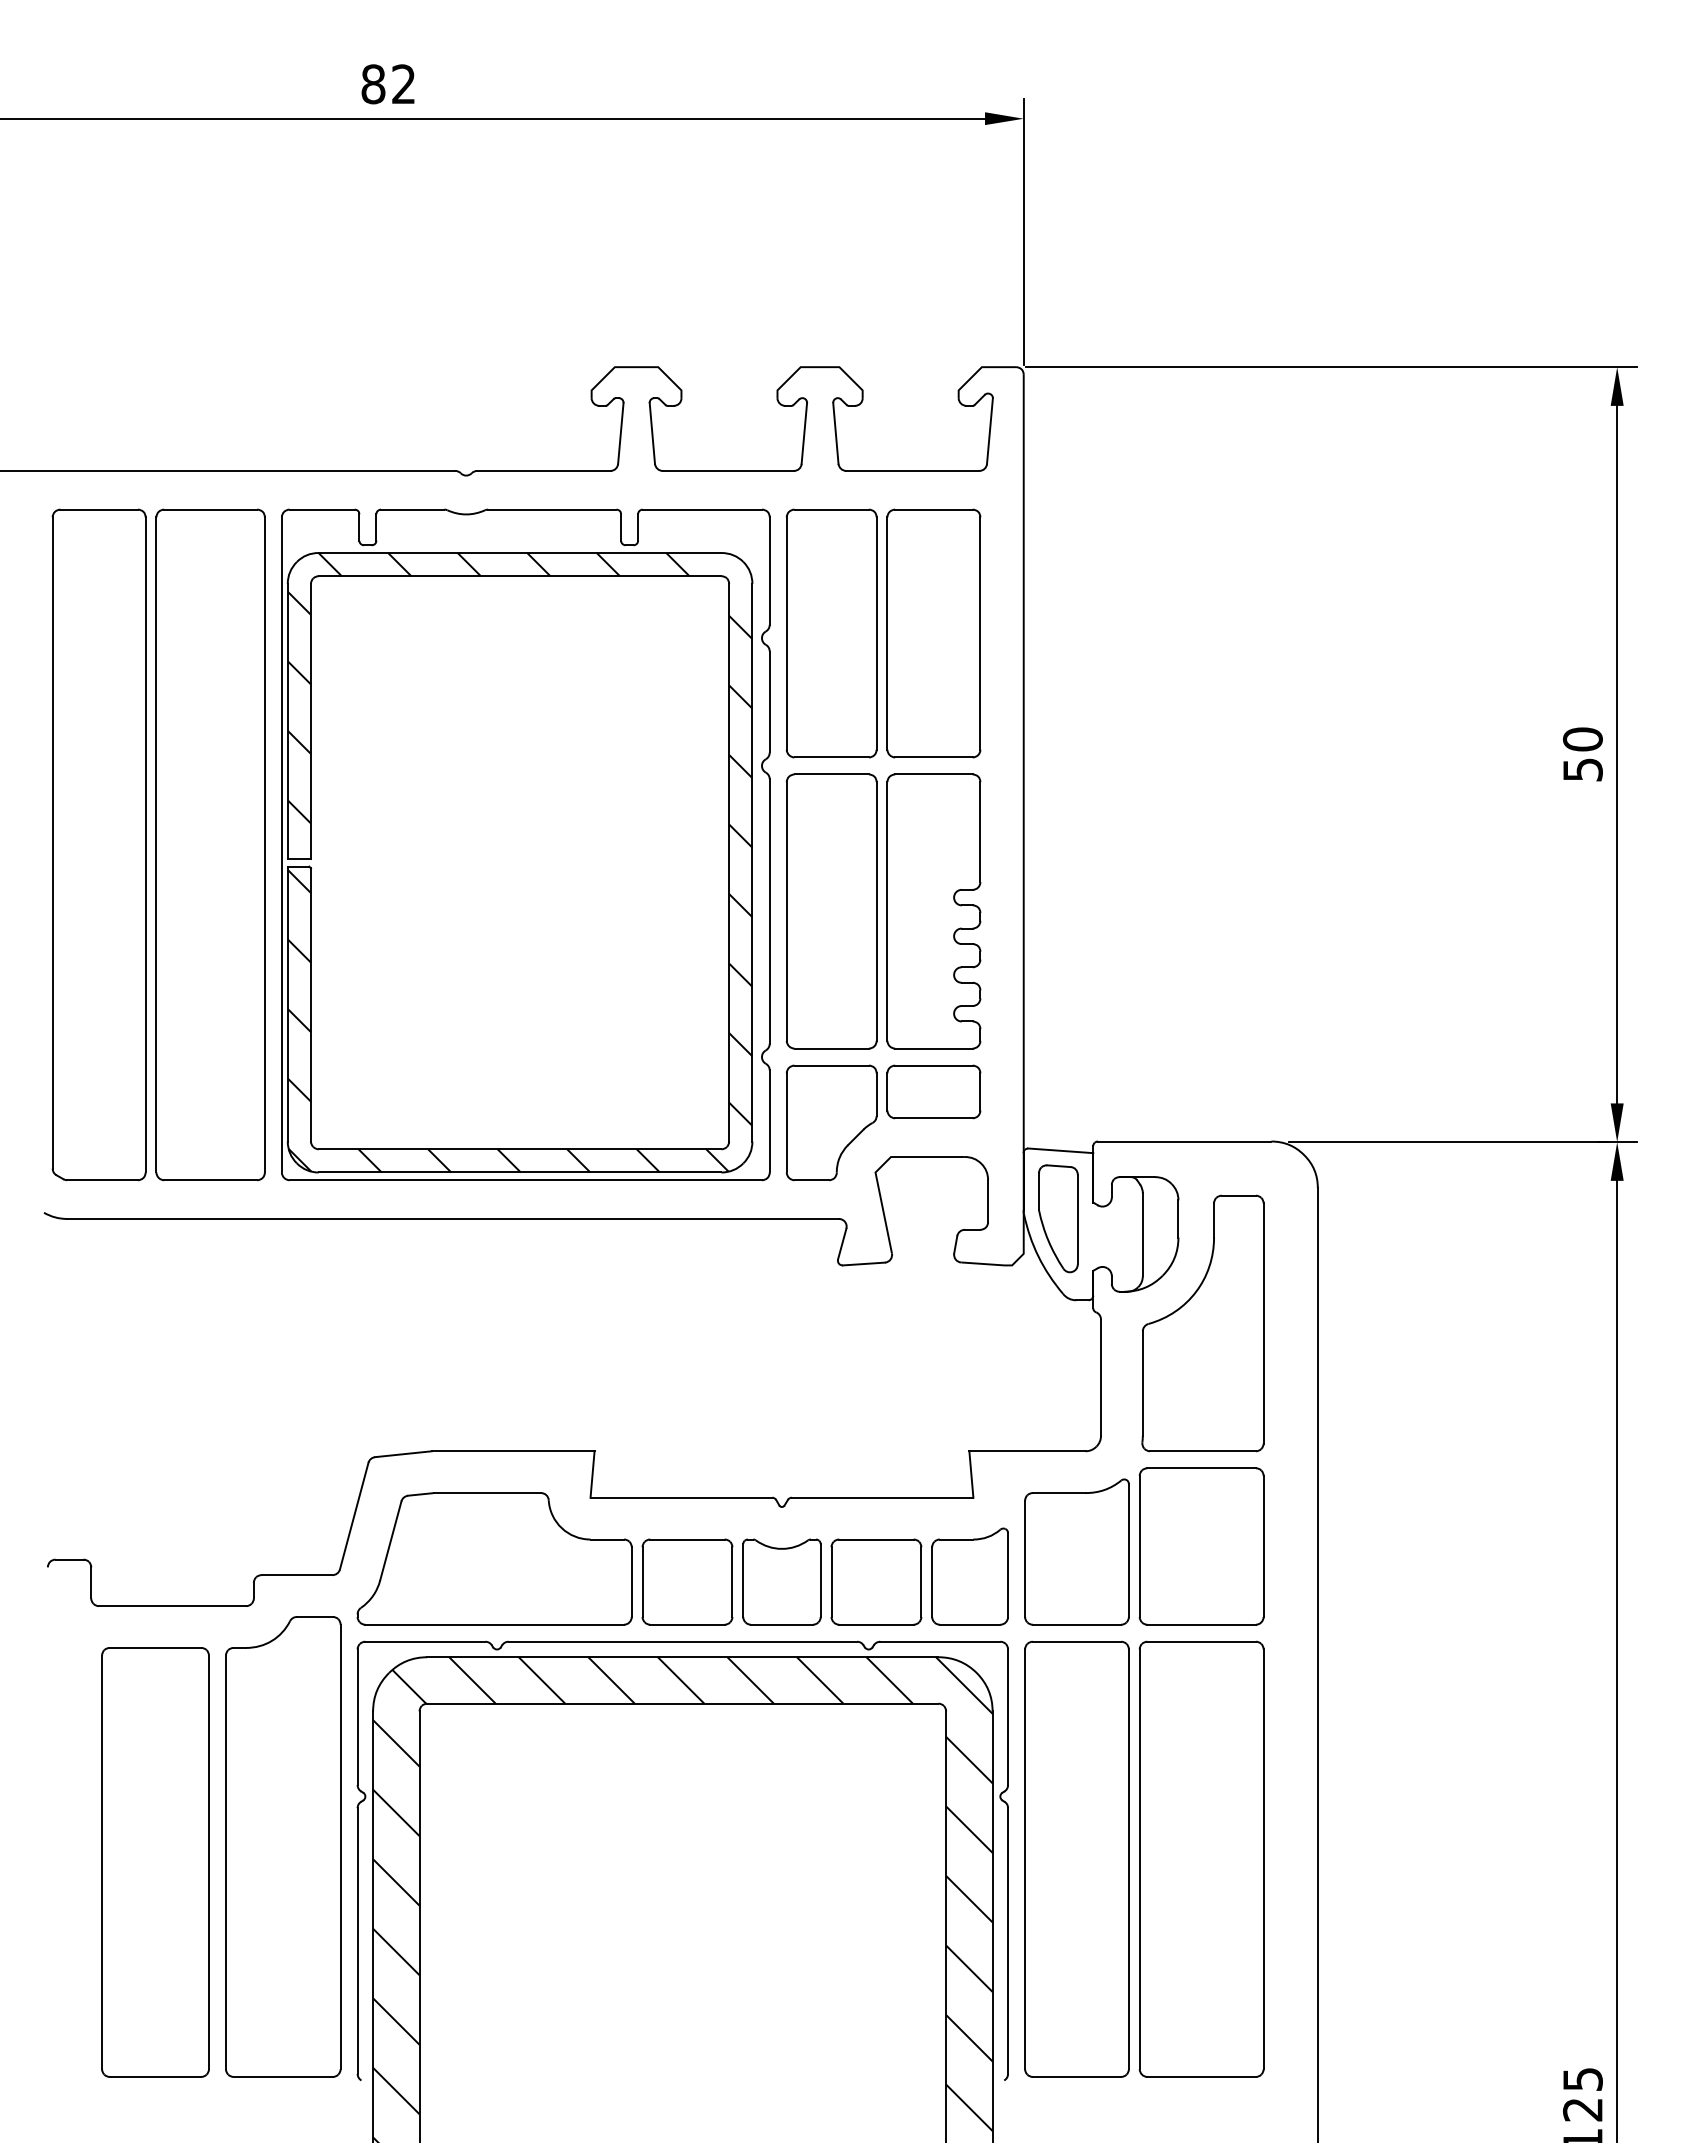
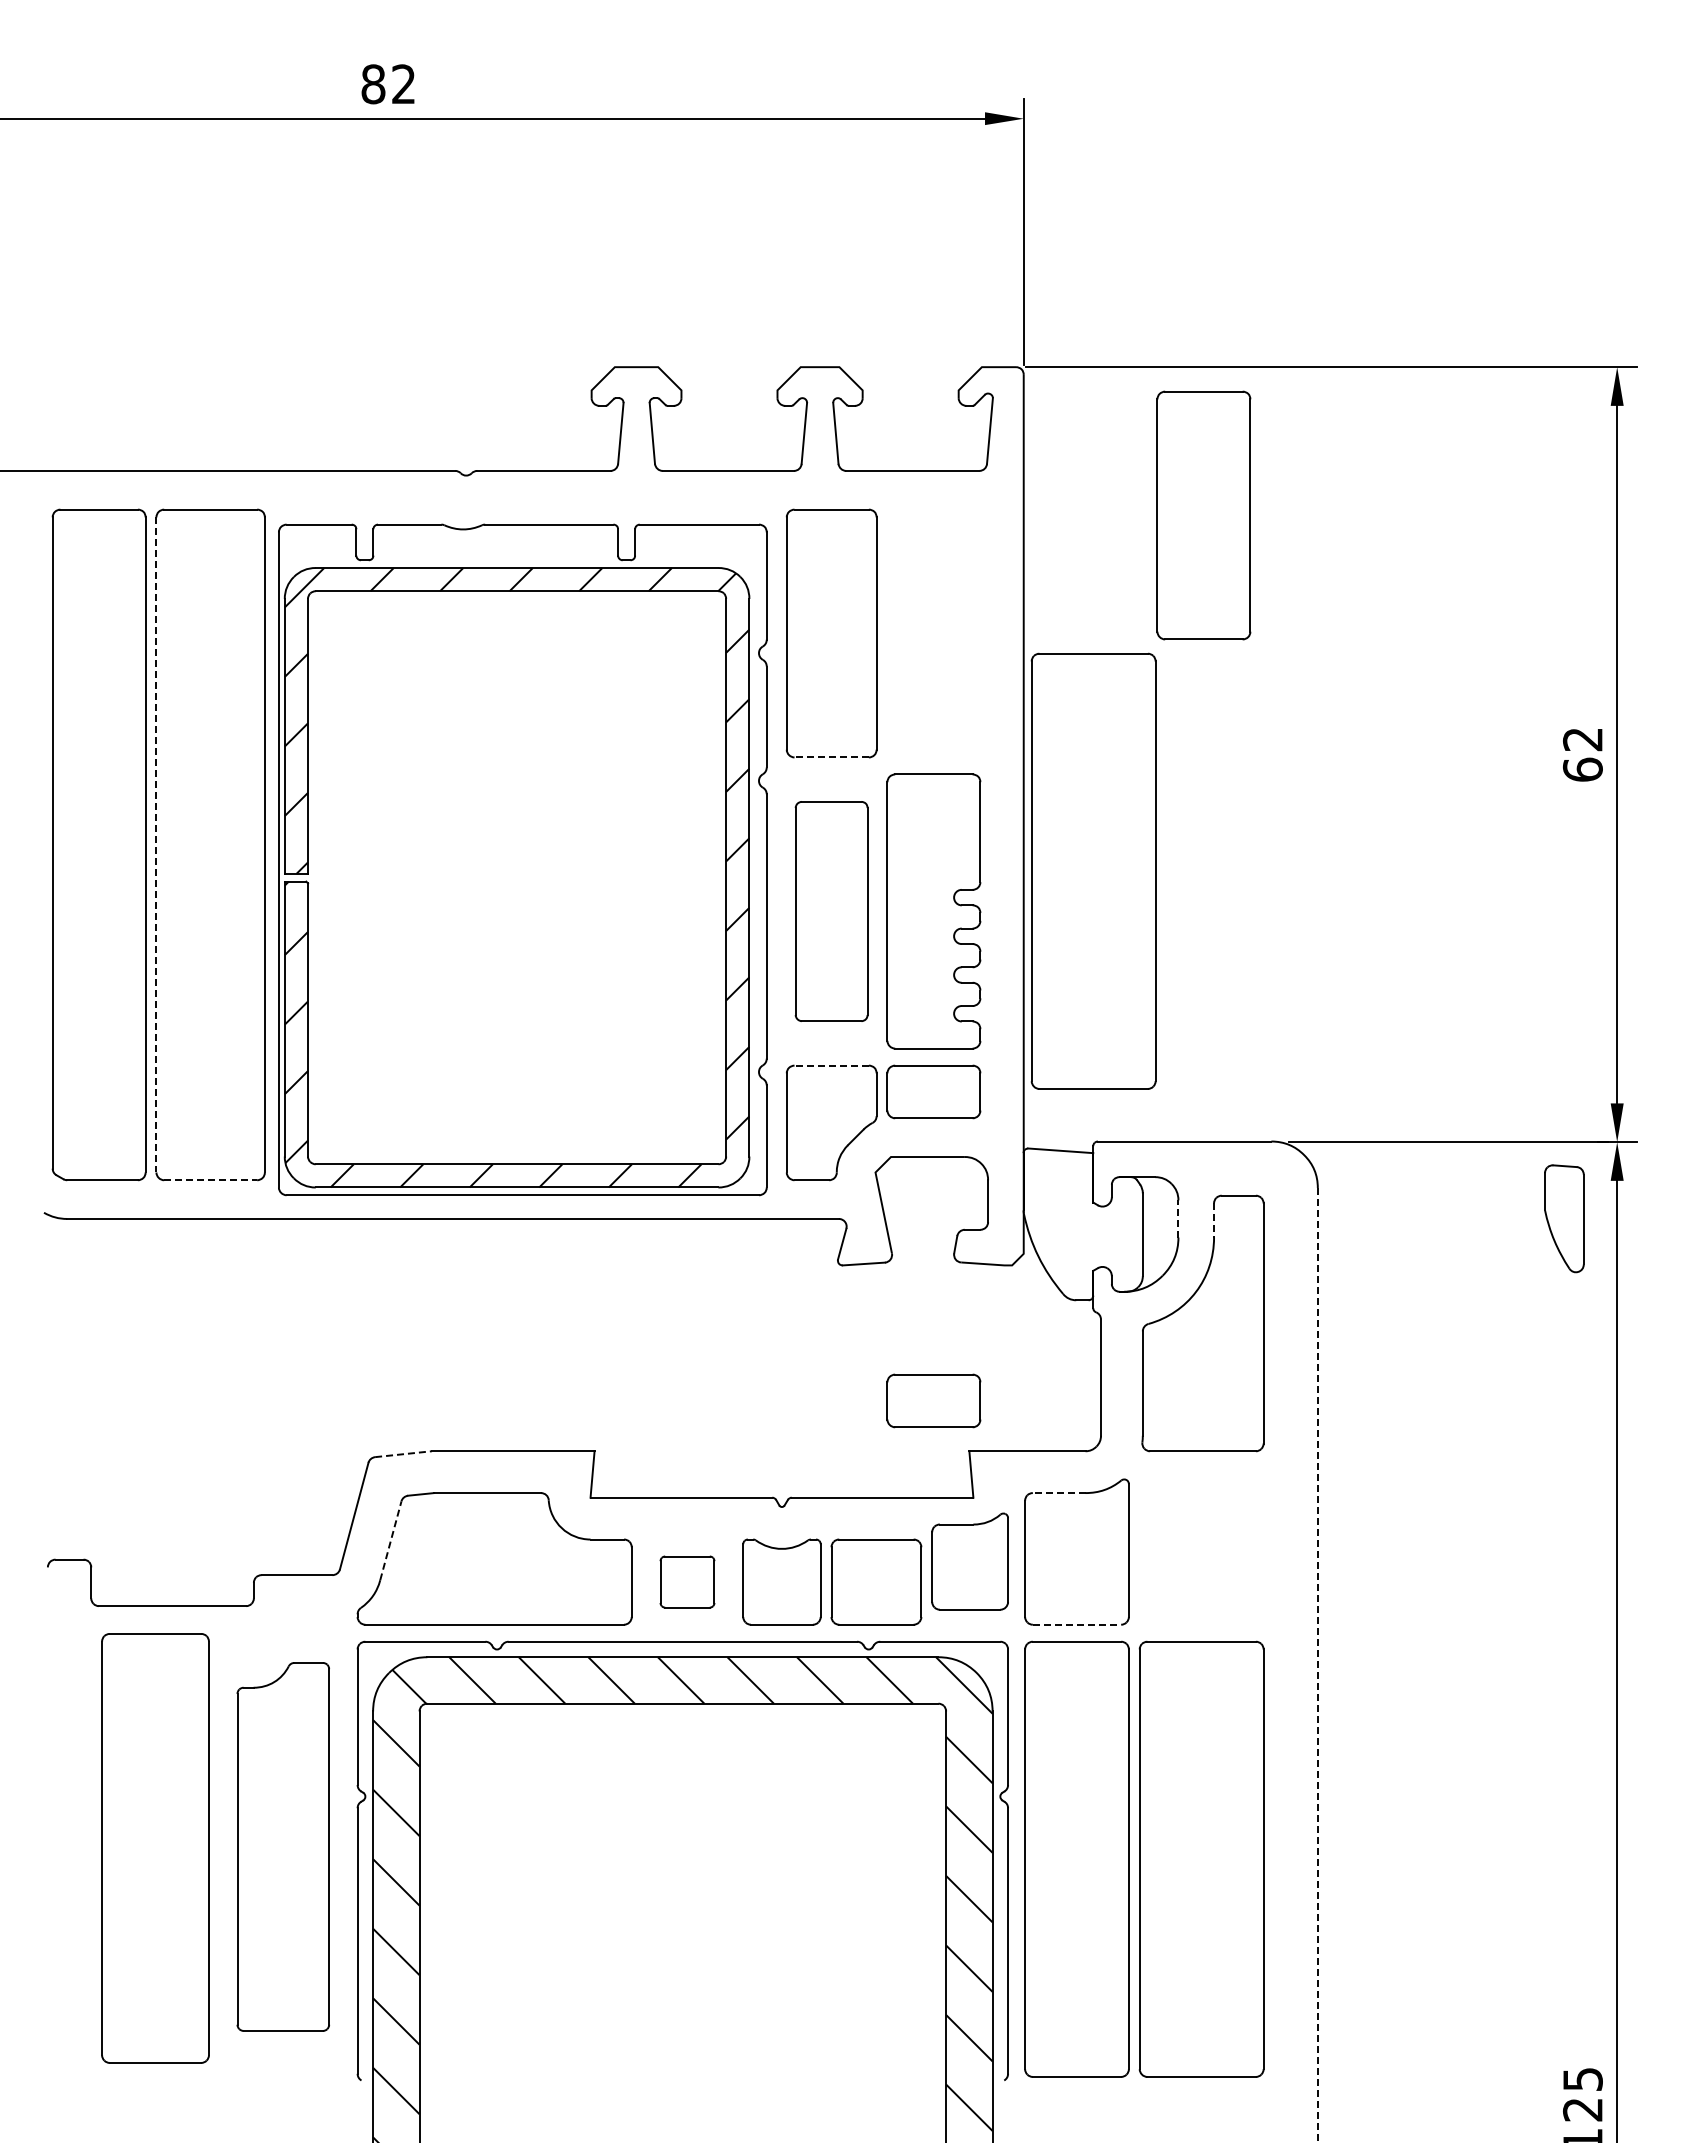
part at (933, 633) position: (933, 633) -> (1203, 515)
text at (1582, 754): 50 -> 62
line at (831, 757): solid -> dashed
line at (156, 844): solid -> dashed
part at (525, 844) position: (525, 844) -> (522, 859)
part at (1093, 870): none -> present
part at (831, 911) size: 93x277 px -> 75x221 px
line at (831, 1065): solid -> dashed
line at (211, 1180): solid -> dashed
part at (1058, 1218) position: (1058, 1218) -> (1564, 1218)
line at (1178, 1218): solid -> dashed
line at (1214, 1220): solid -> dashed
part at (933, 1400): none -> present
line at (403, 1454): solid -> dashed
line at (1058, 1493): solid -> dashed
line at (390, 1540): solid -> dashed
part at (1201, 1546): present -> none
part at (969, 1576) position: (969, 1576) -> (969, 1561)
part at (687, 1581) size: 93x88 px -> 57x54 px
line at (1077, 1624): solid -> dashed
line at (1317, 1665): solid -> dashed
part at (283, 1846) size: 117x462 px -> 94x370 px
part at (155, 1862) position: (155, 1862) -> (155, 1848)
